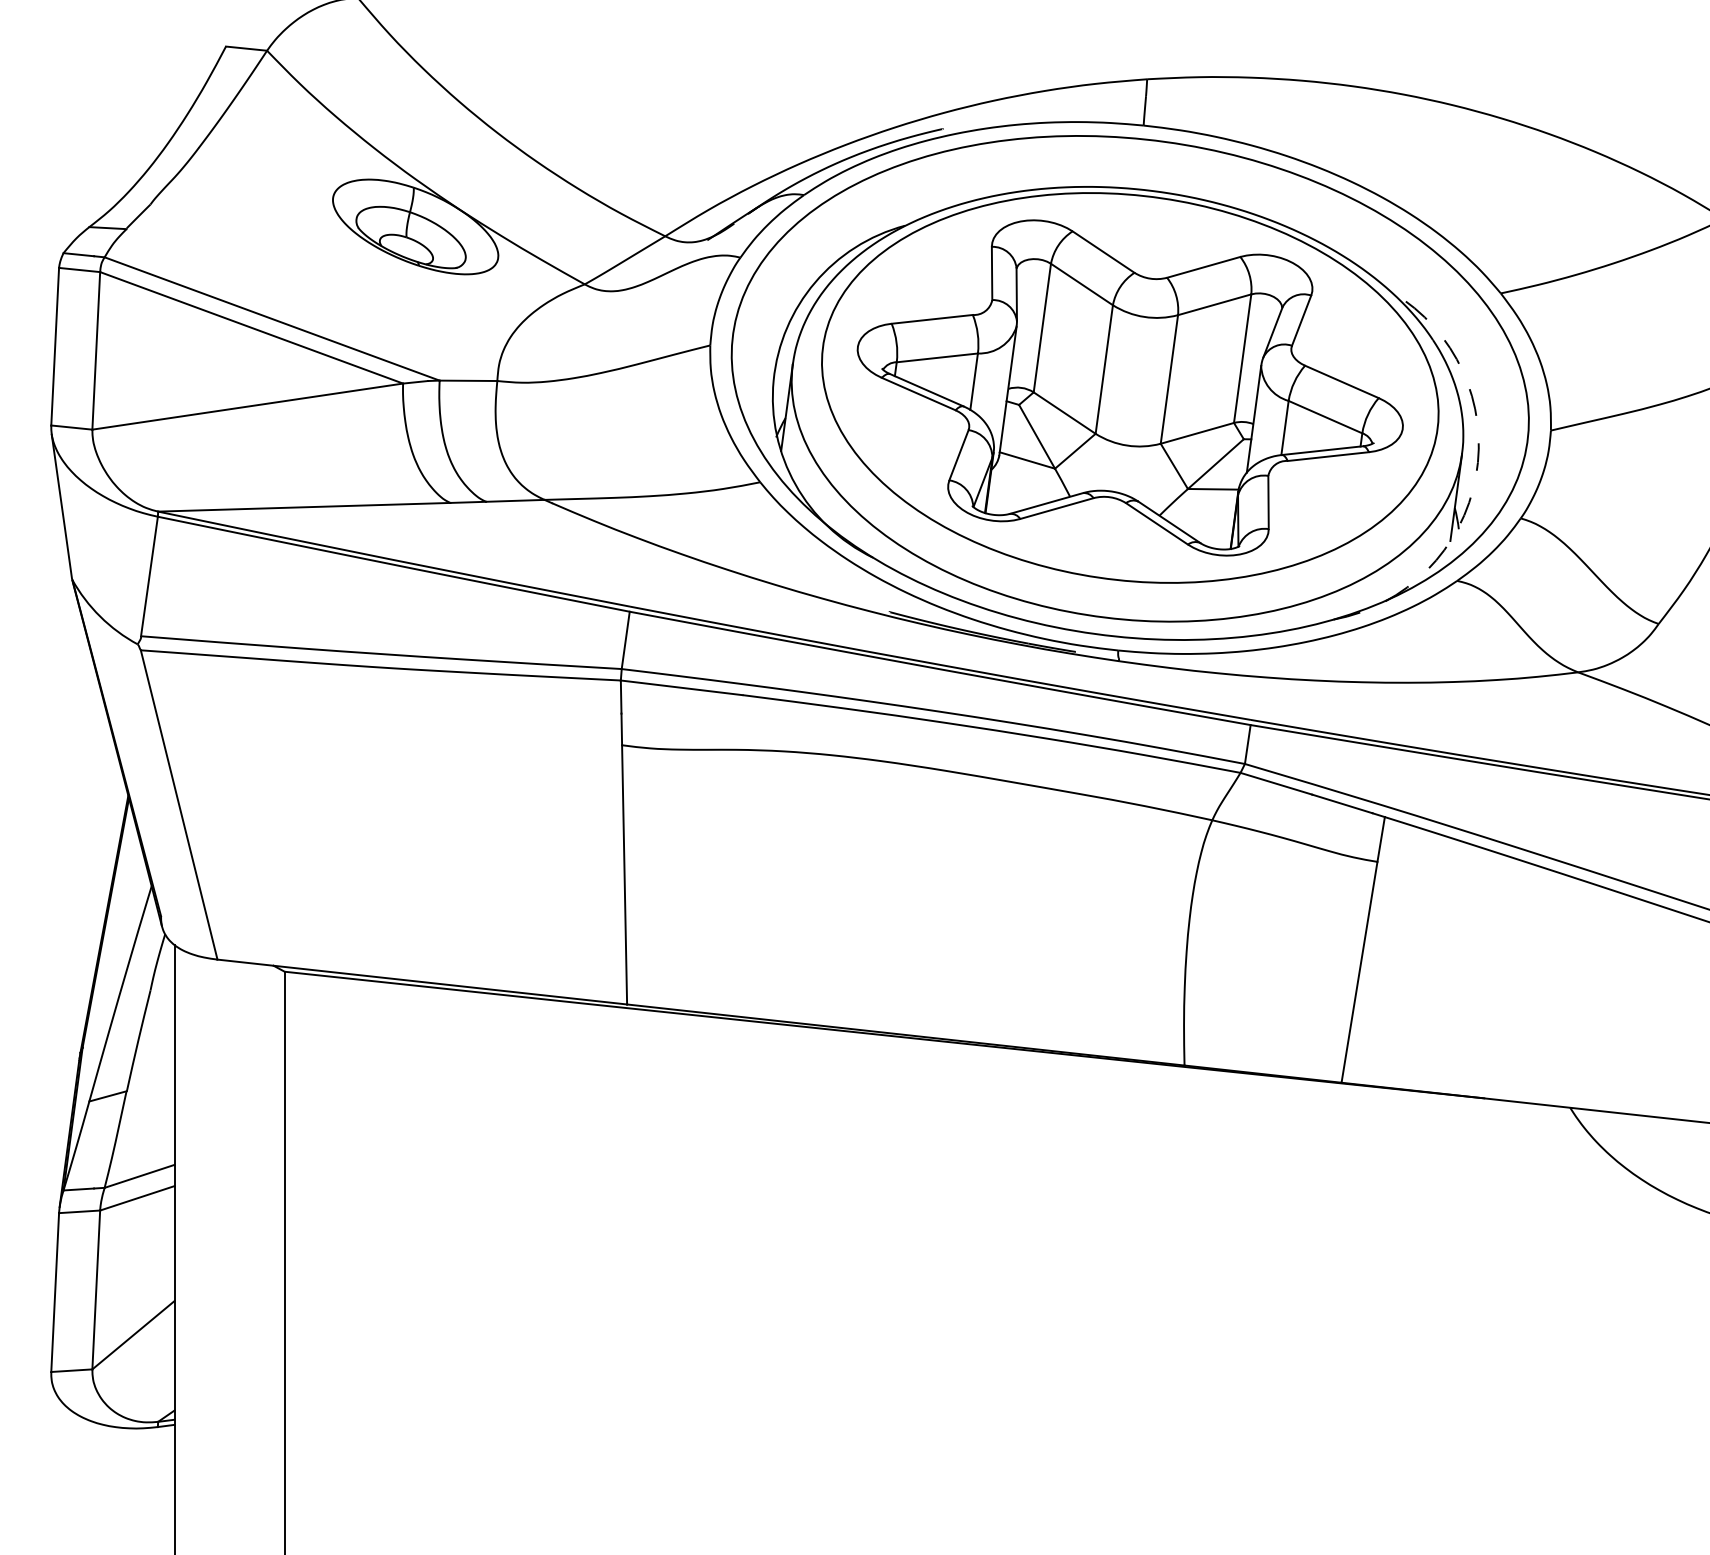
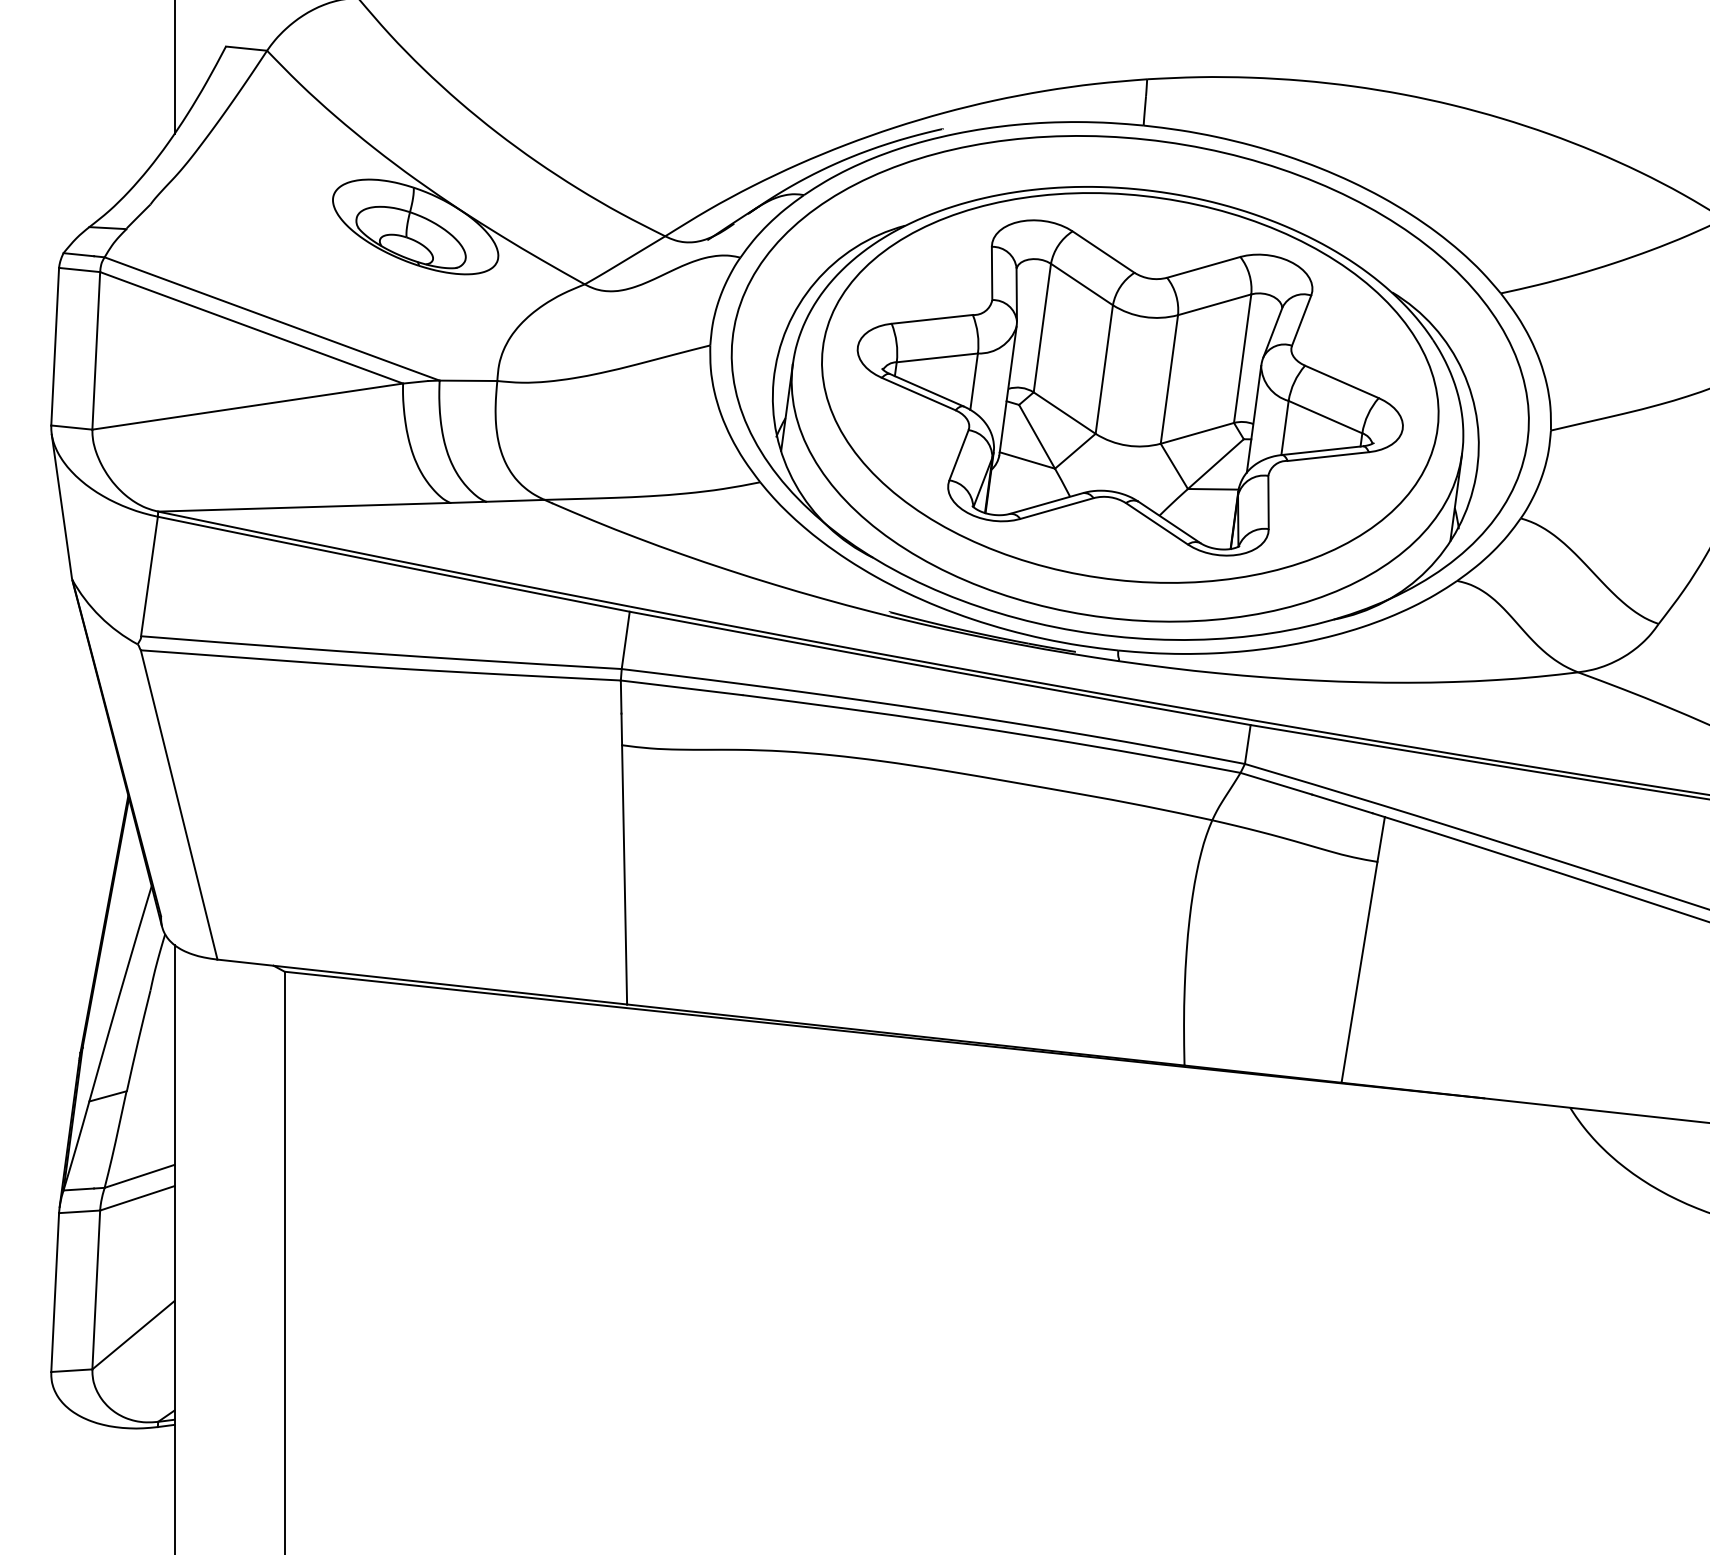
line at (174, 67): none -> present
arc at (1476, 476): dashed -> solid
